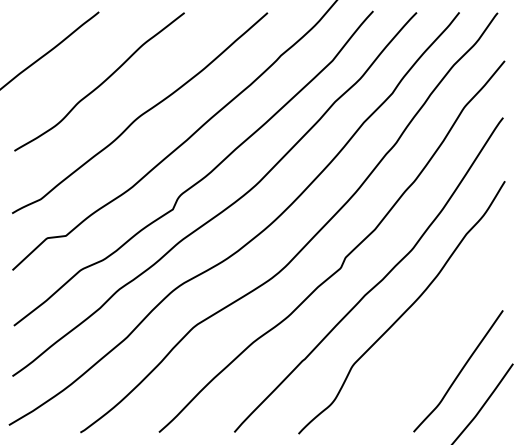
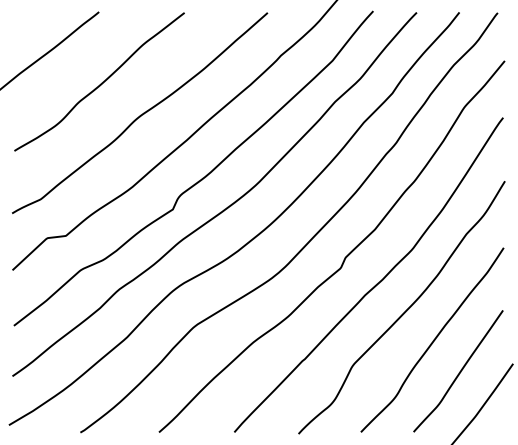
curve at (433, 339): none -> present
